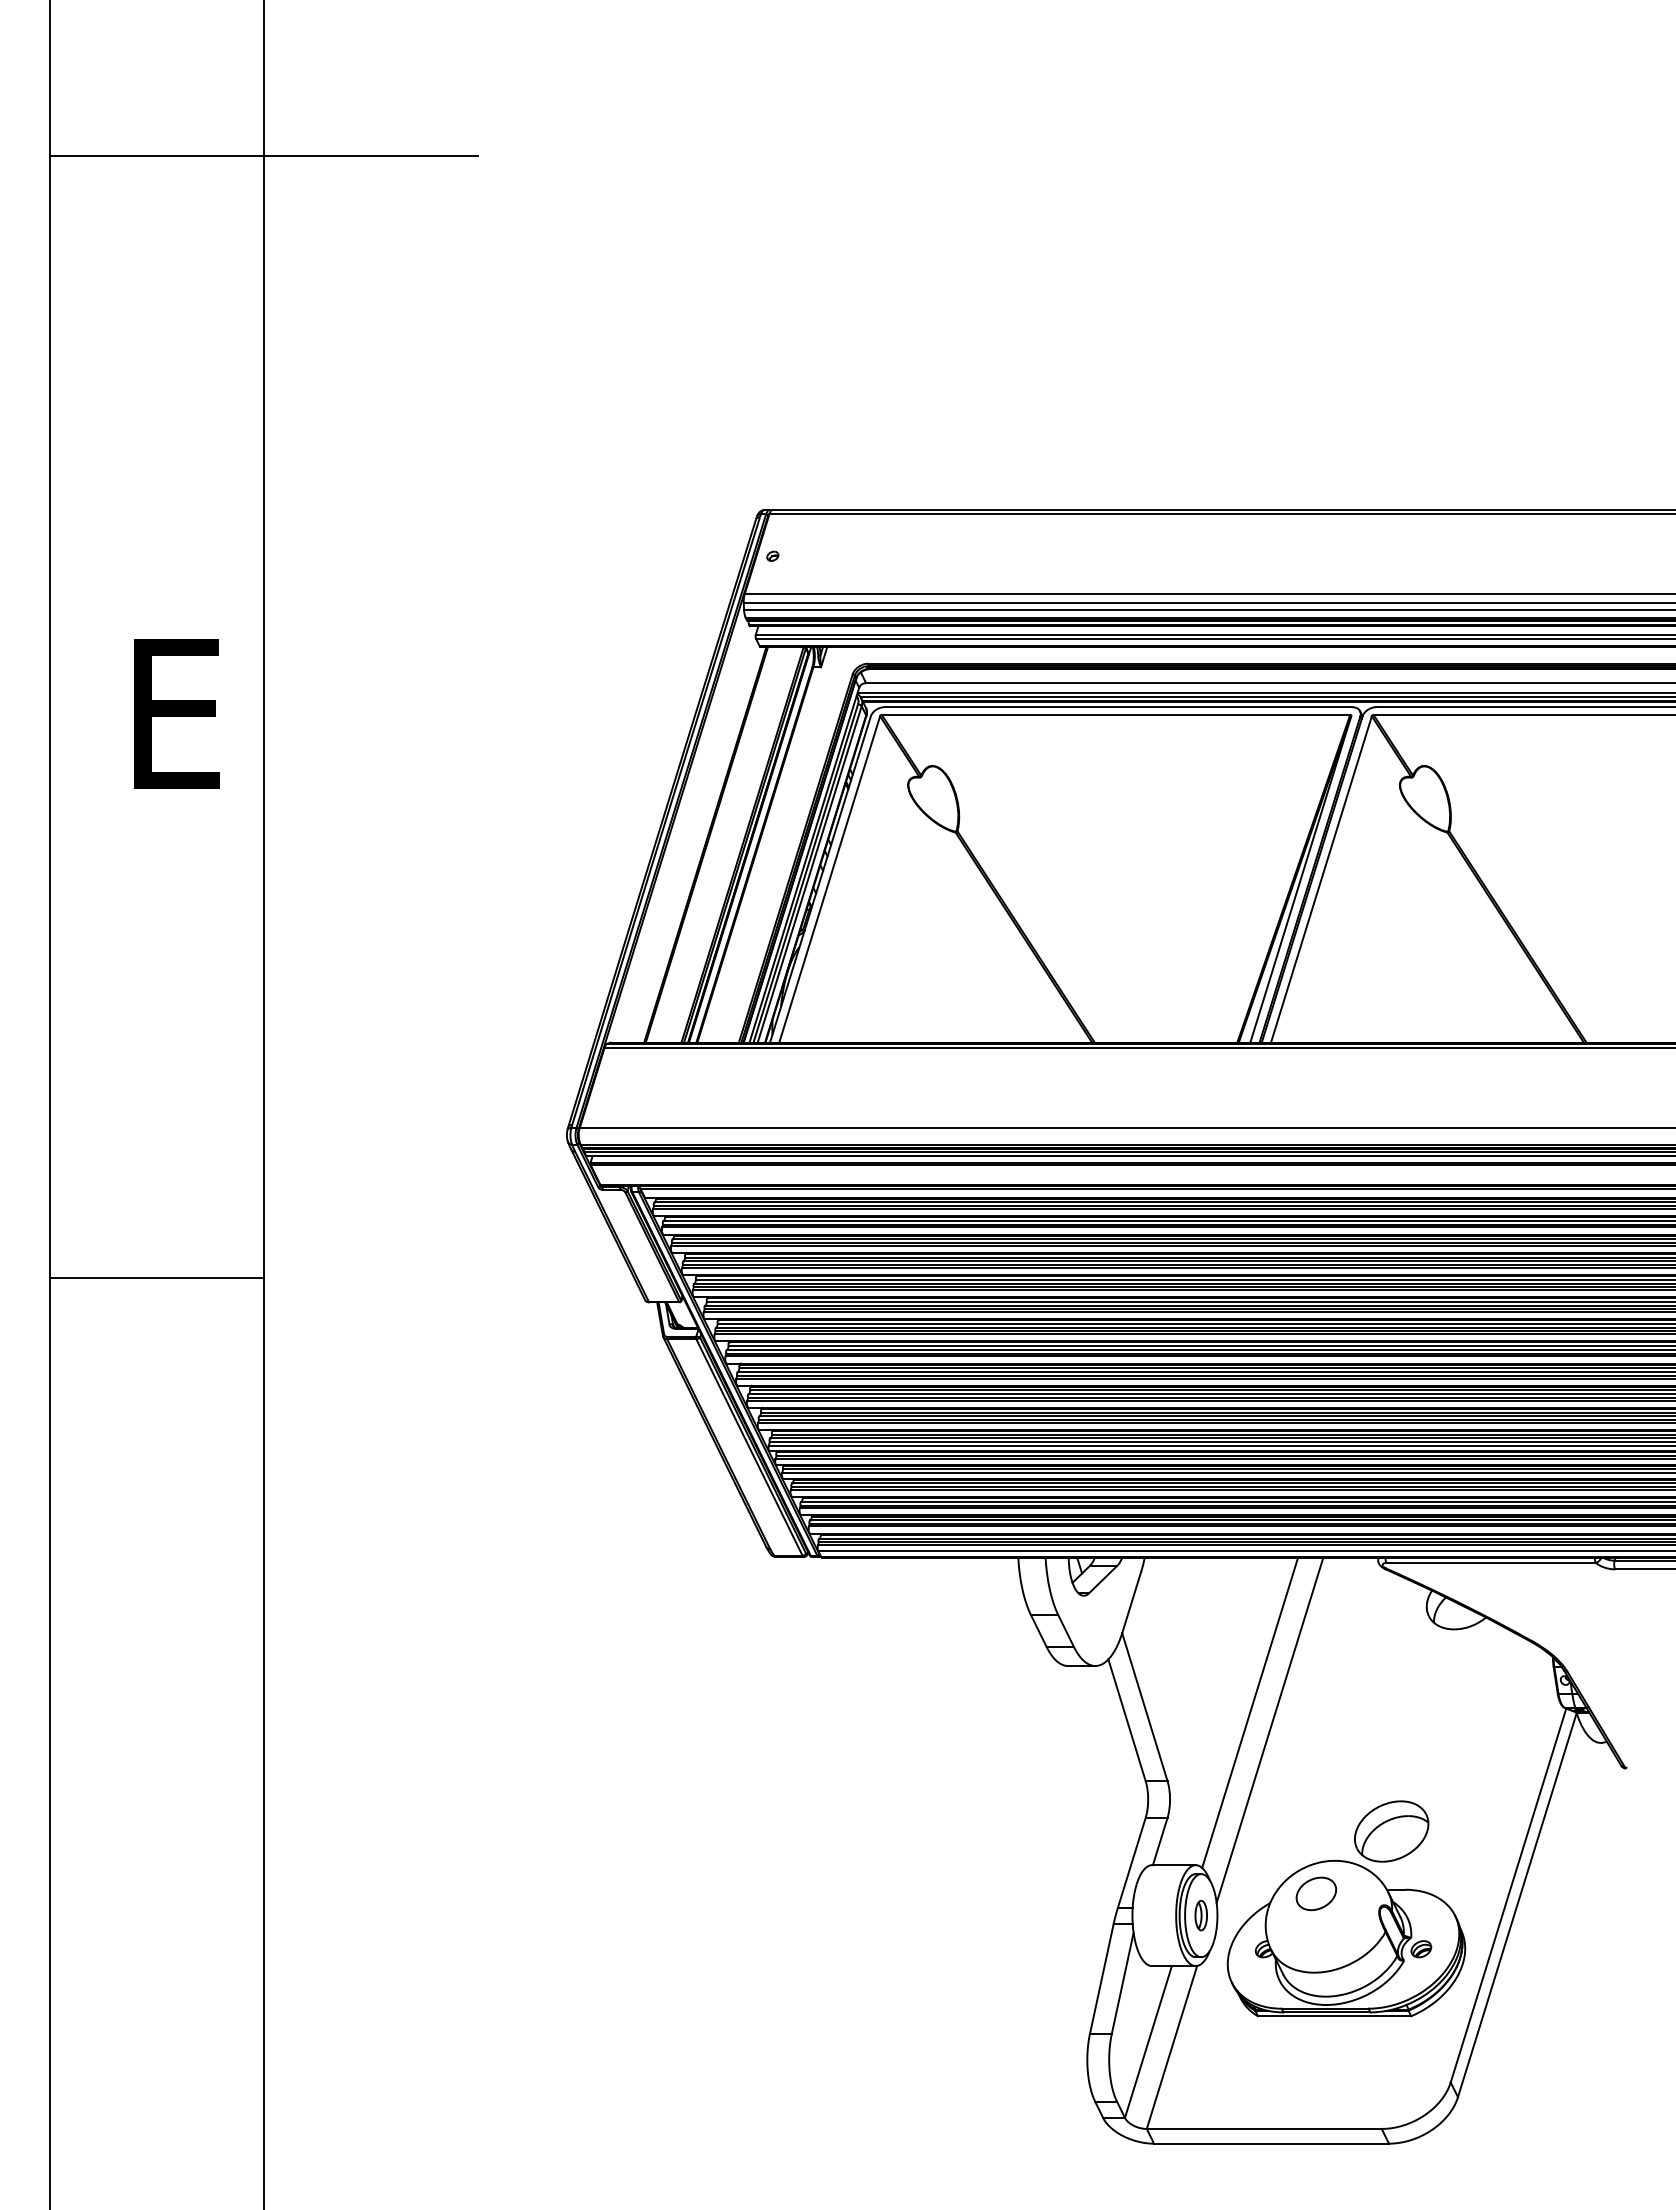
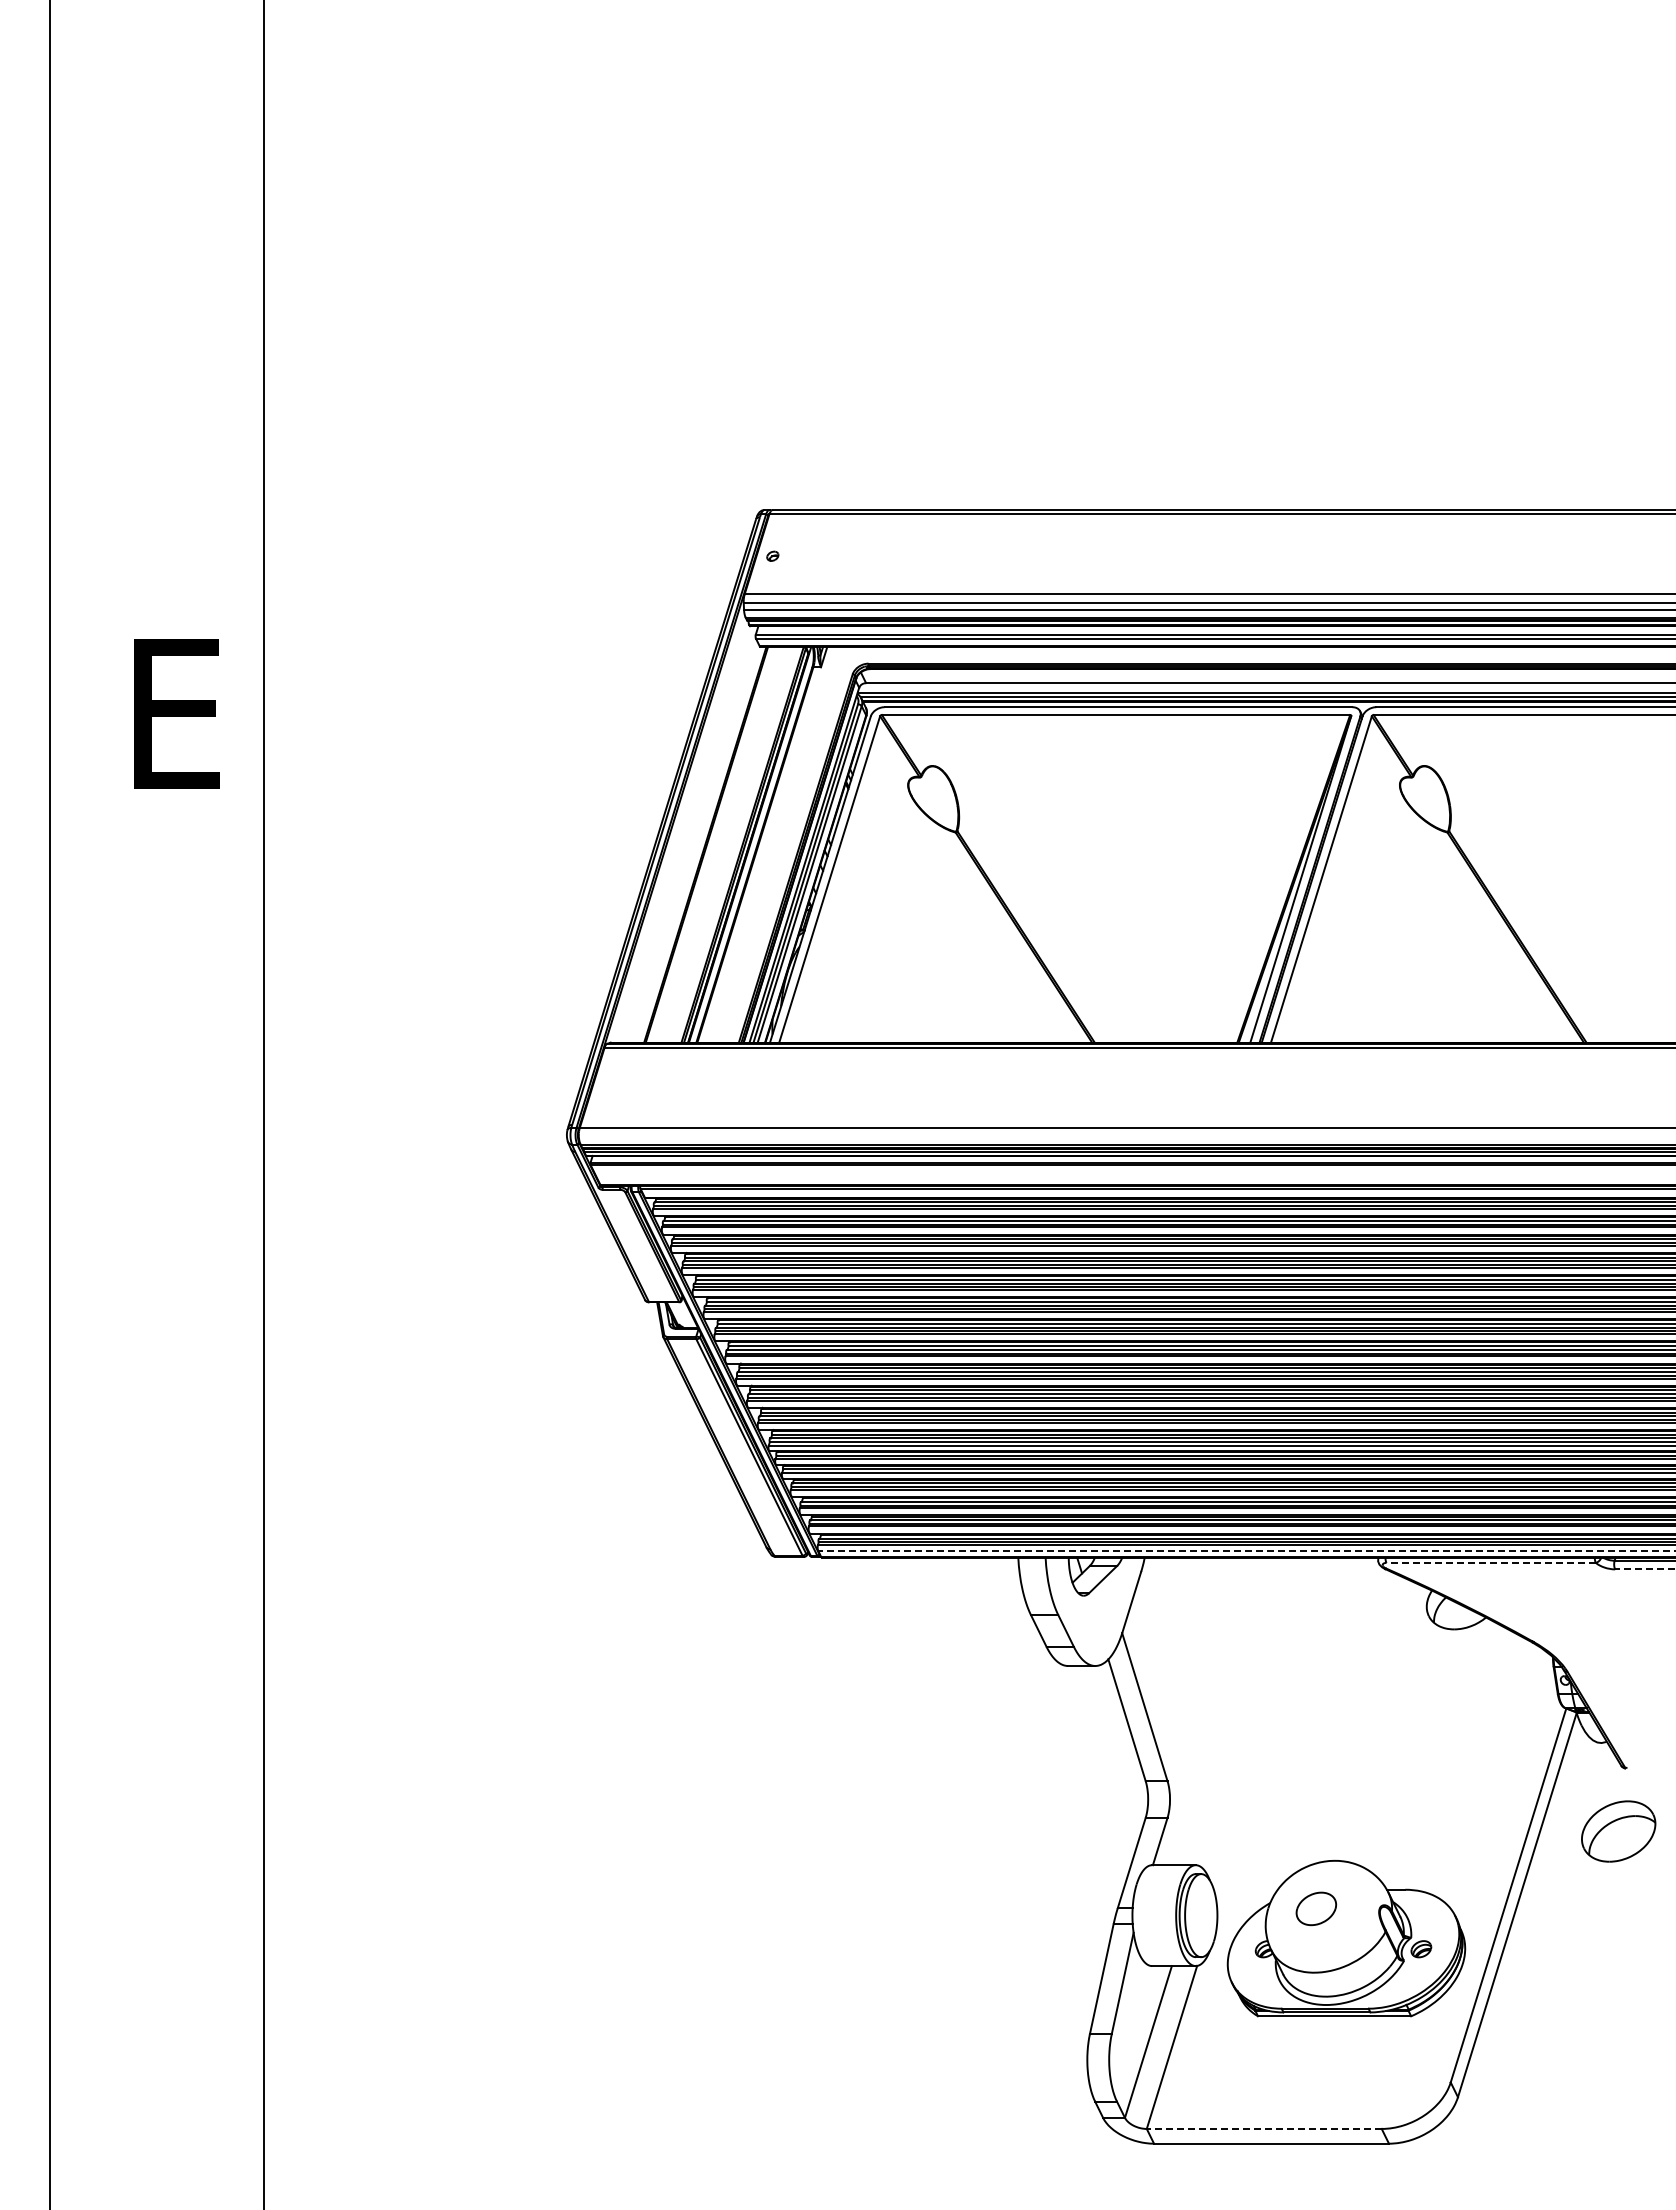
line at (263, 156): present -> none
line at (156, 1278): present -> none
line at (1246, 1551): solid -> dashed
line at (1491, 1562): solid -> dashed
line at (1645, 1569): solid -> dashed
line at (1250, 1712): present -> none
line at (1269, 1729): present -> none
part at (1391, 1831) position: (1391, 1831) -> (1618, 1831)
part at (1316, 1893) position: (1316, 1893) -> (1316, 1908)
part at (1200, 1915): present -> none
line at (1263, 2128): solid -> dashed
